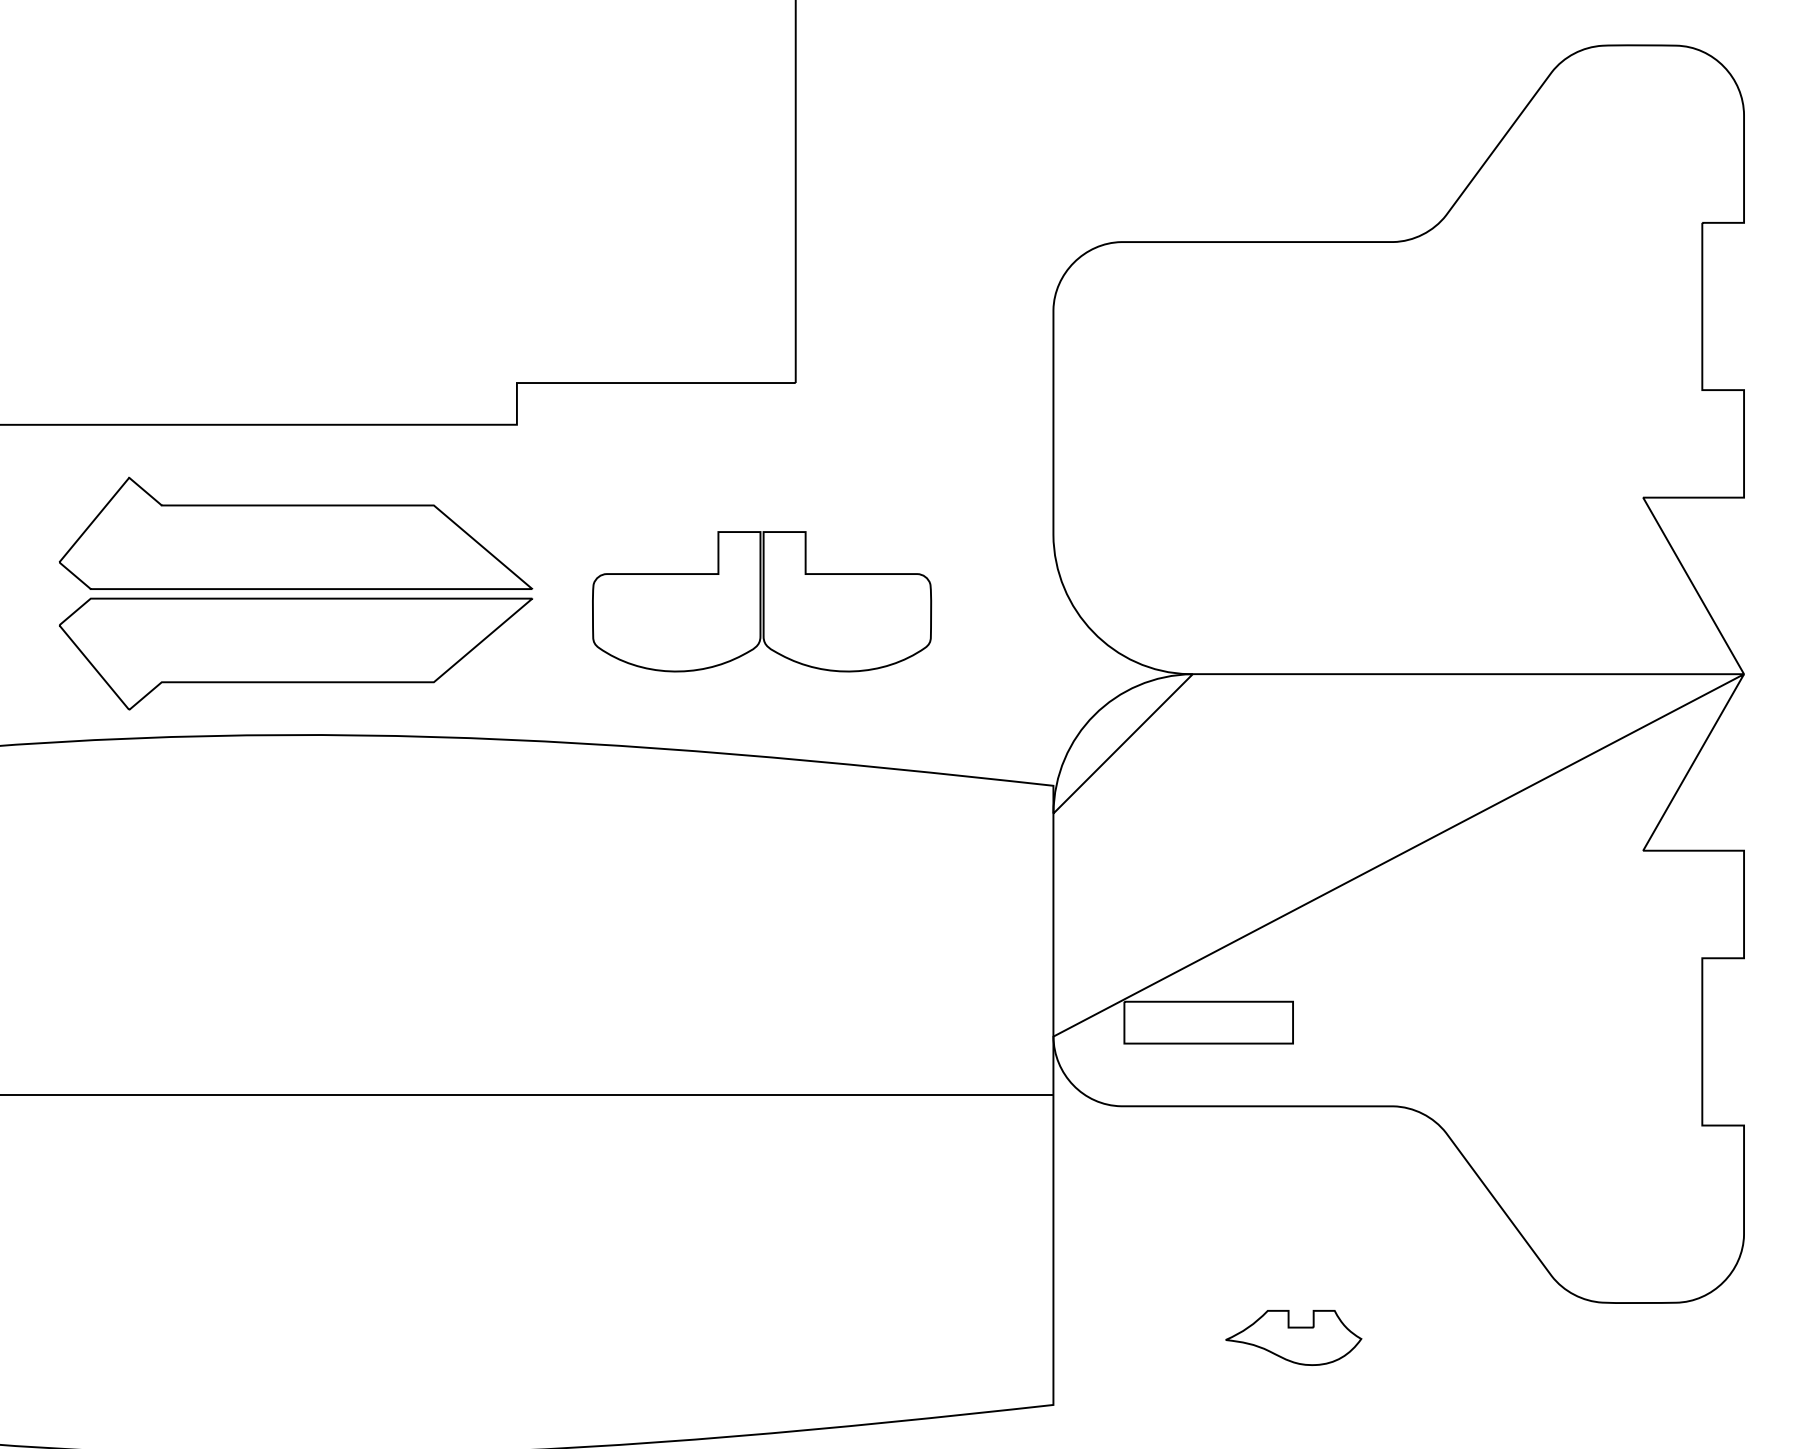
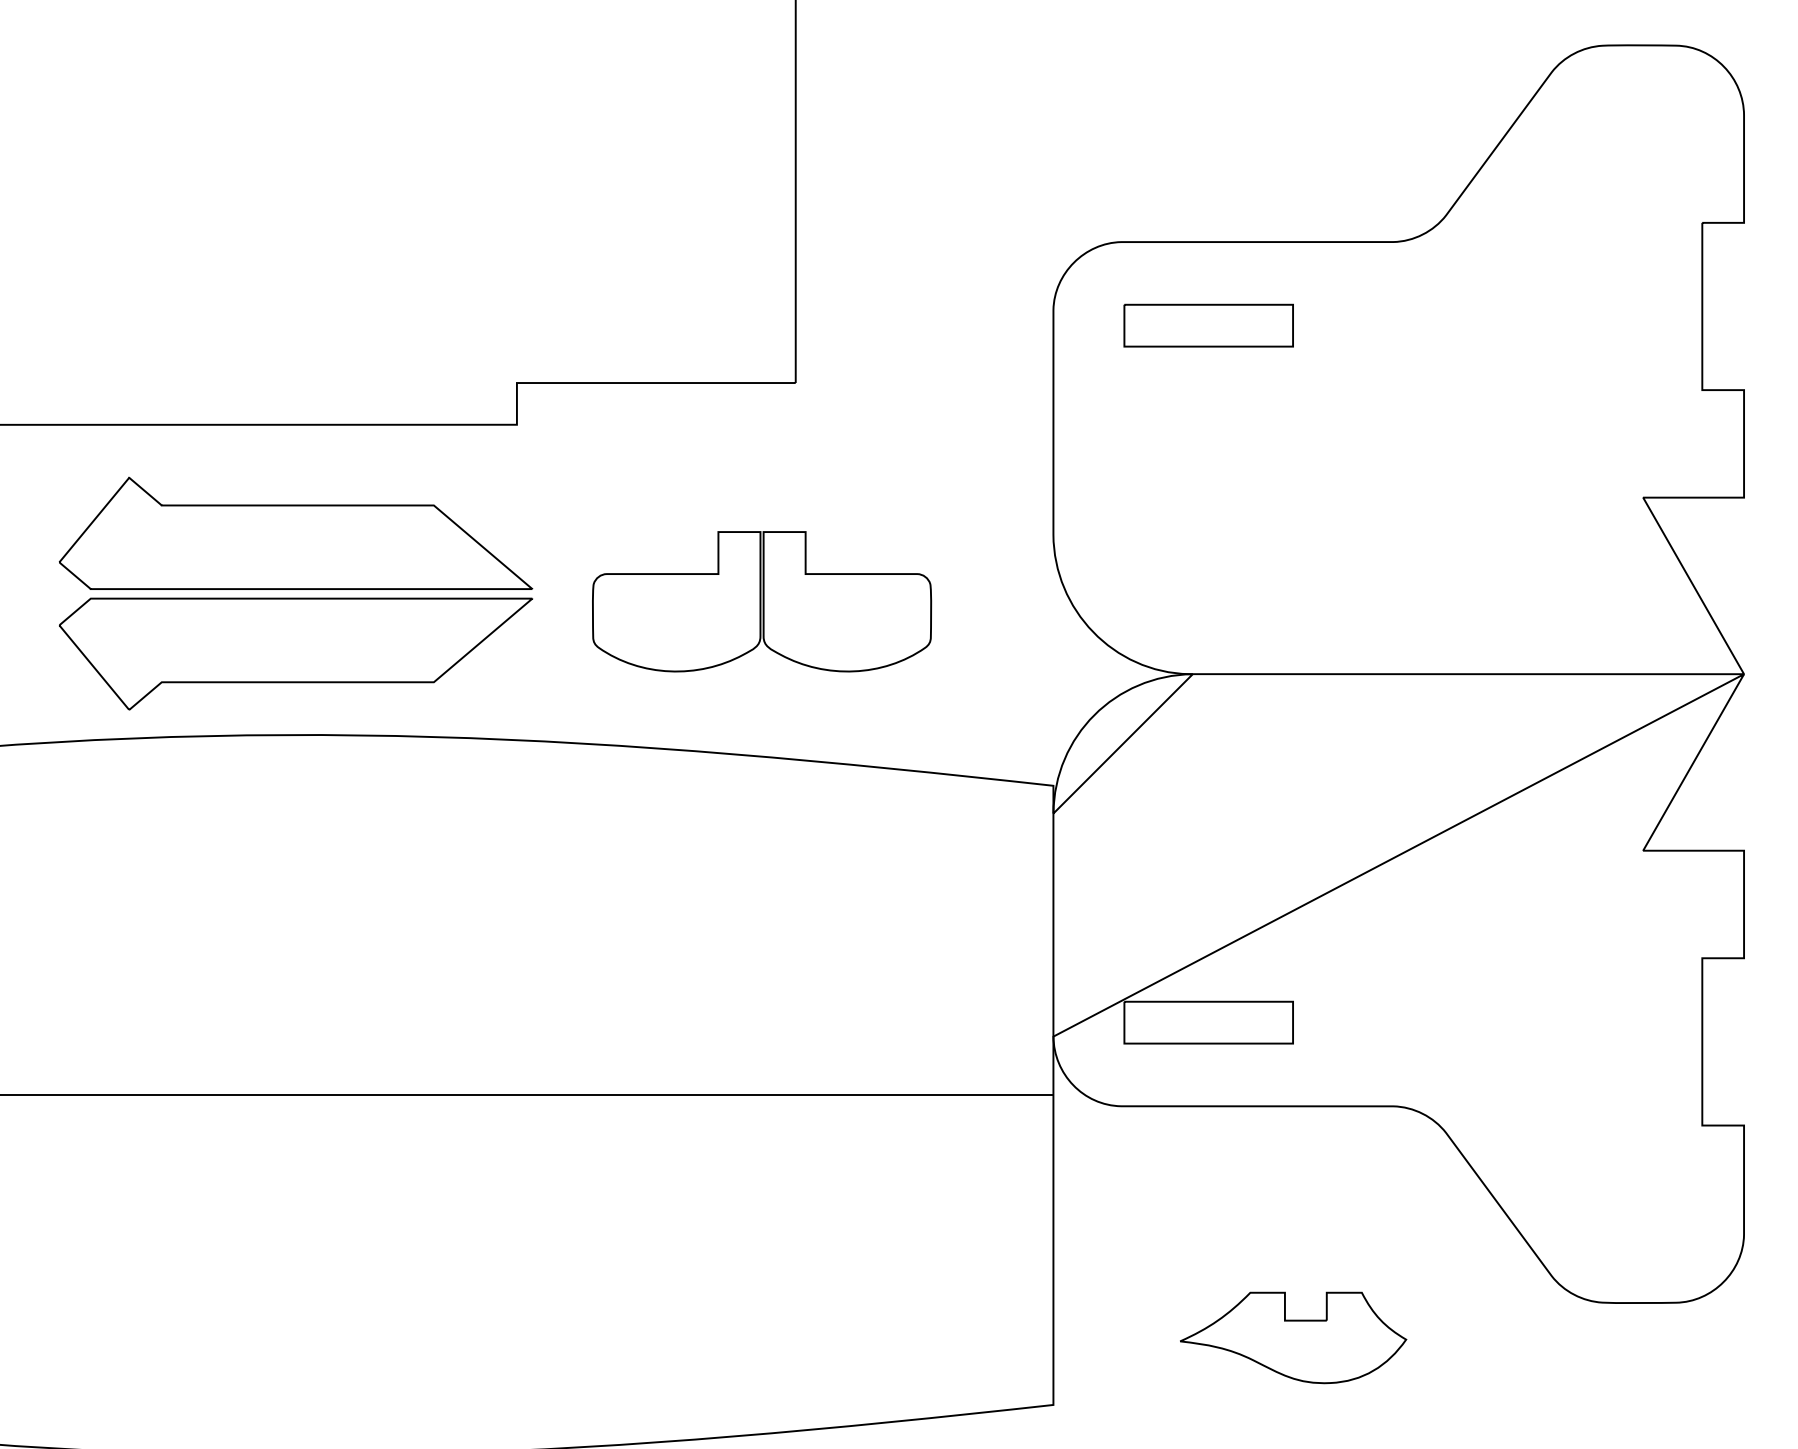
part at (1208, 325): none -> present
part at (1293, 1337) size: 138x56 px -> 228x94 px
